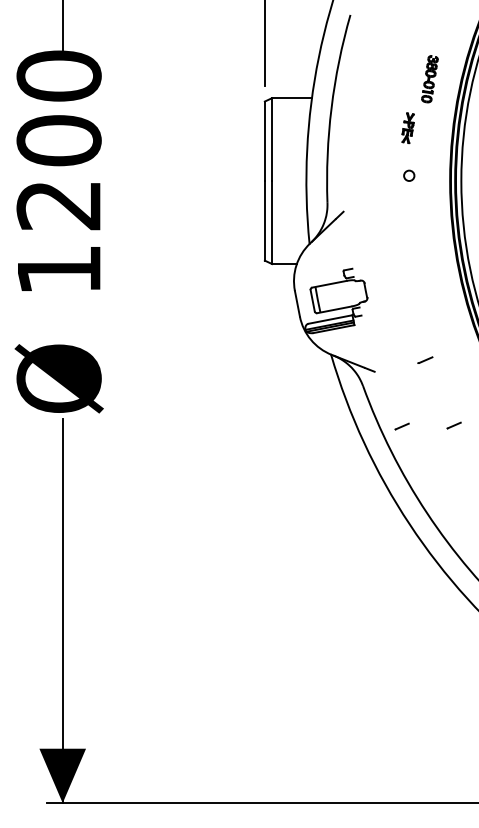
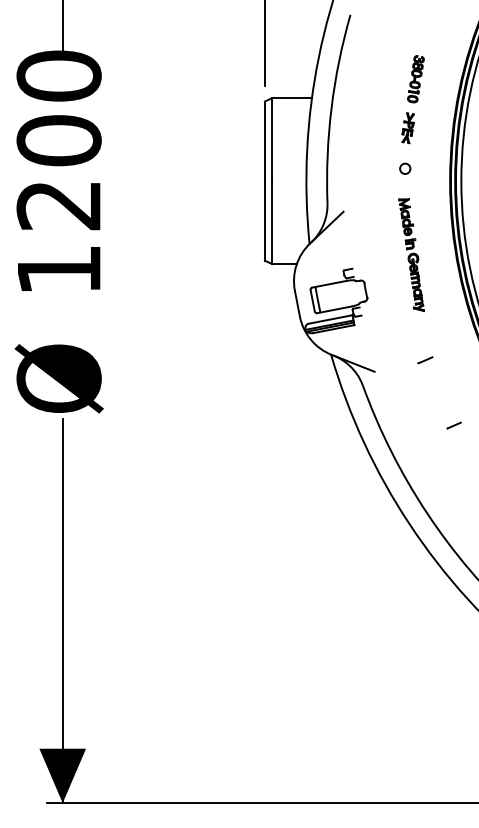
part at (429, 79) position: (429, 79) -> (415, 79)
circle at (409, 175) position: (409, 175) -> (405, 168)
part at (411, 255): none -> present
line at (401, 426): present -> none
